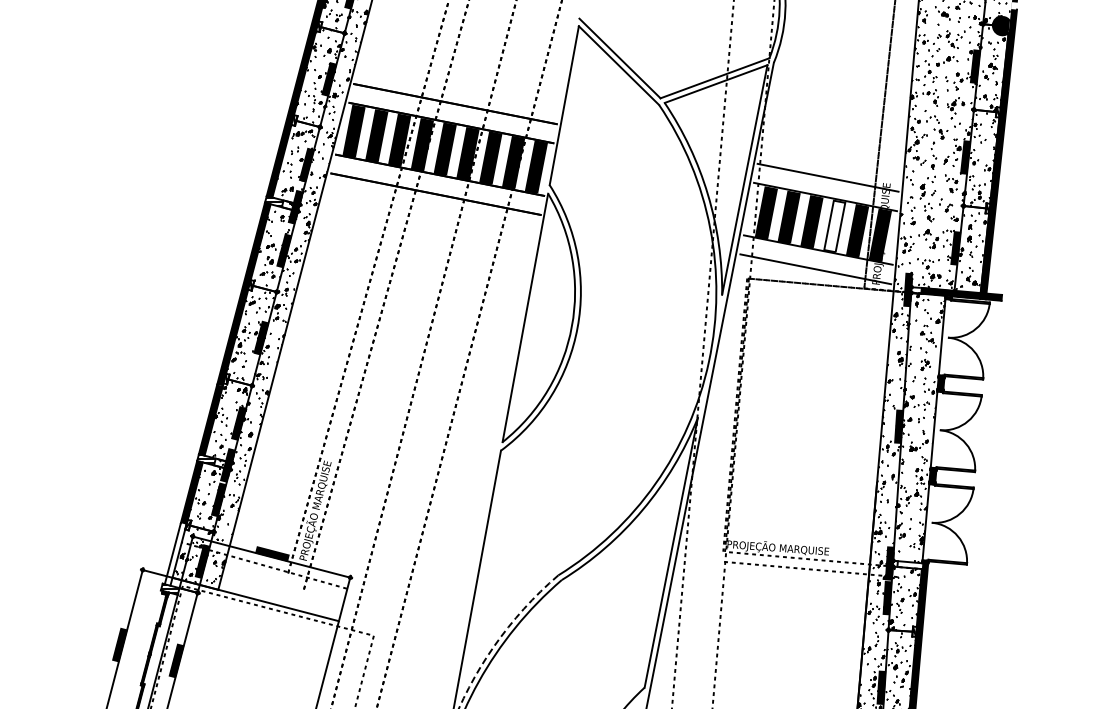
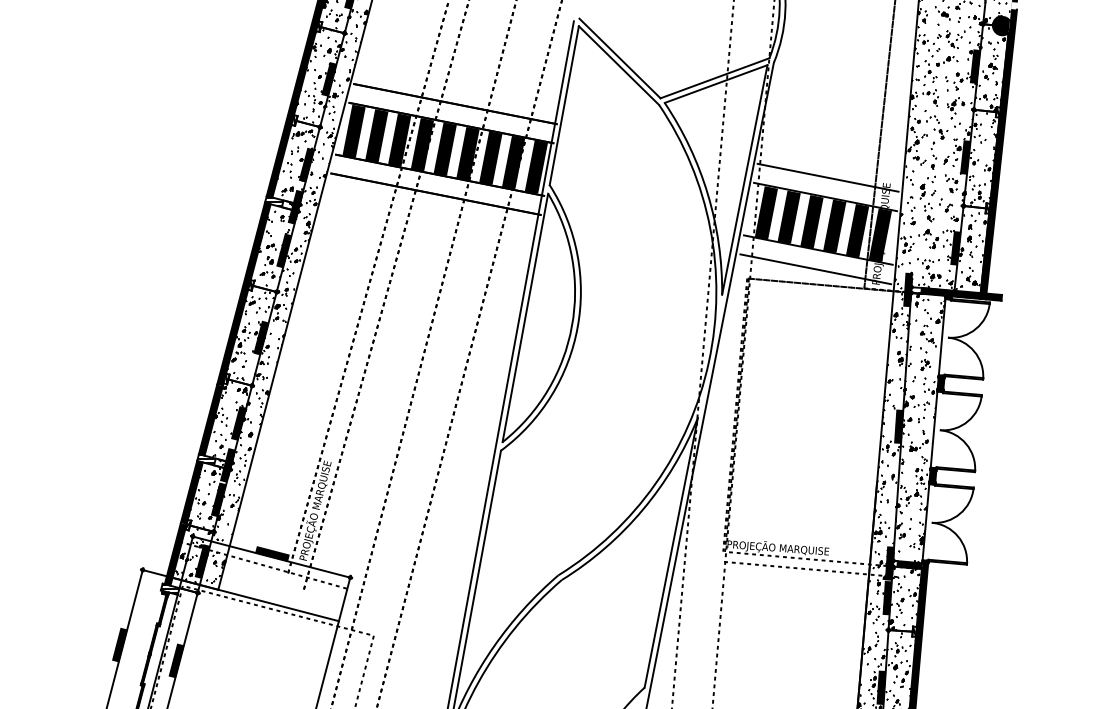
fill at (834, 226): none -> present
line at (510, 363): none -> present
fill at (175, 554): none -> present
fill at (909, 565): none -> present
arc at (501, 636): dashed -> solid
